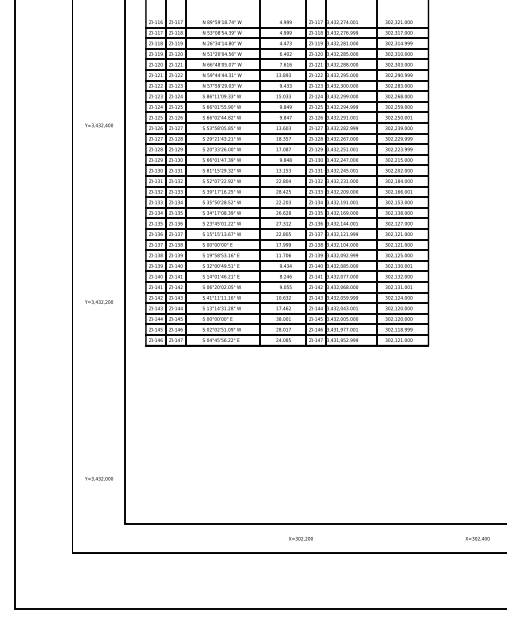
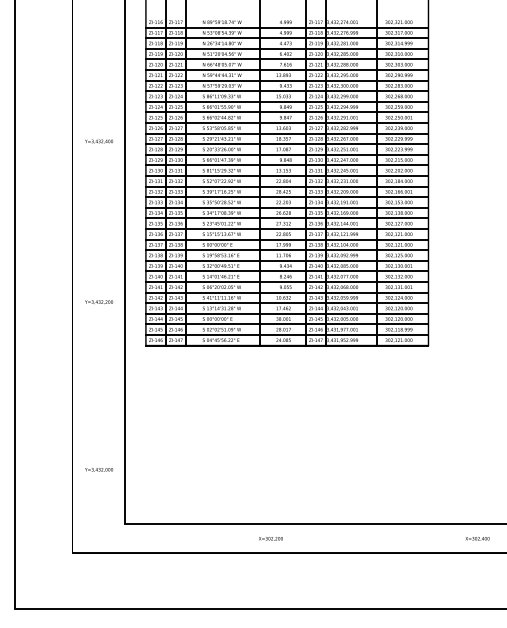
text at (99, 125) position: (99, 125) -> (99, 141)
text at (98, 478) position: (98, 478) -> (98, 469)
text at (300, 538) position: (300, 538) -> (270, 538)
